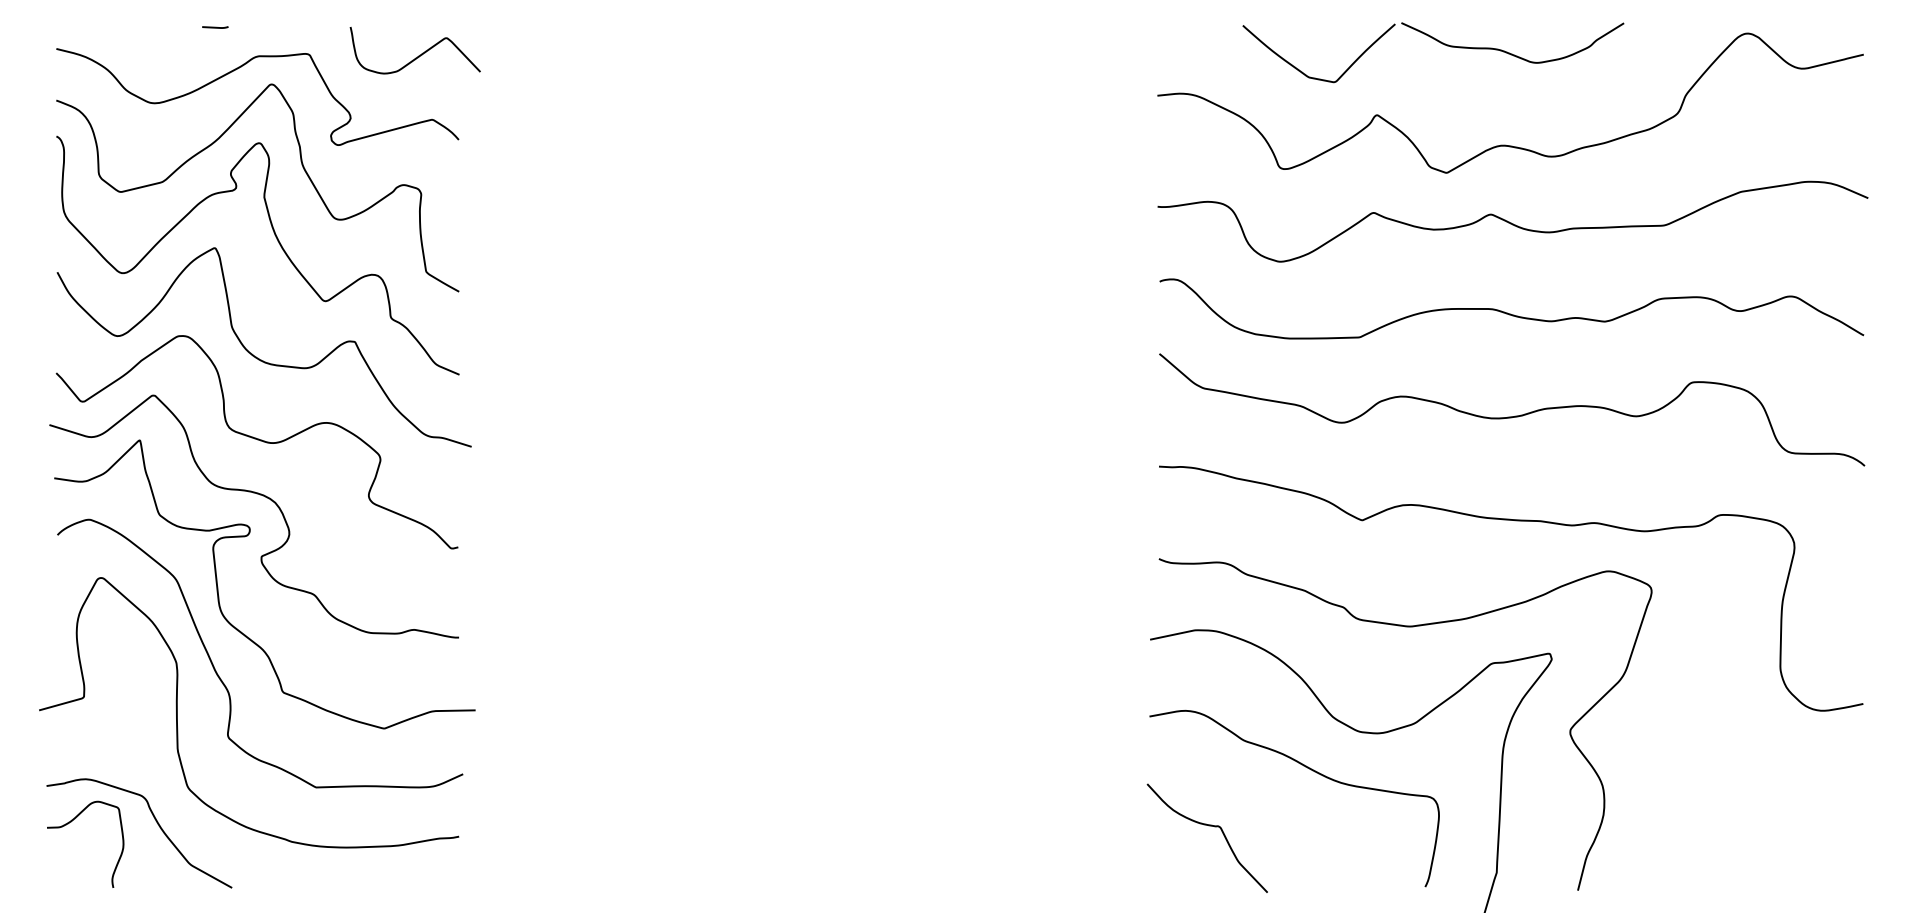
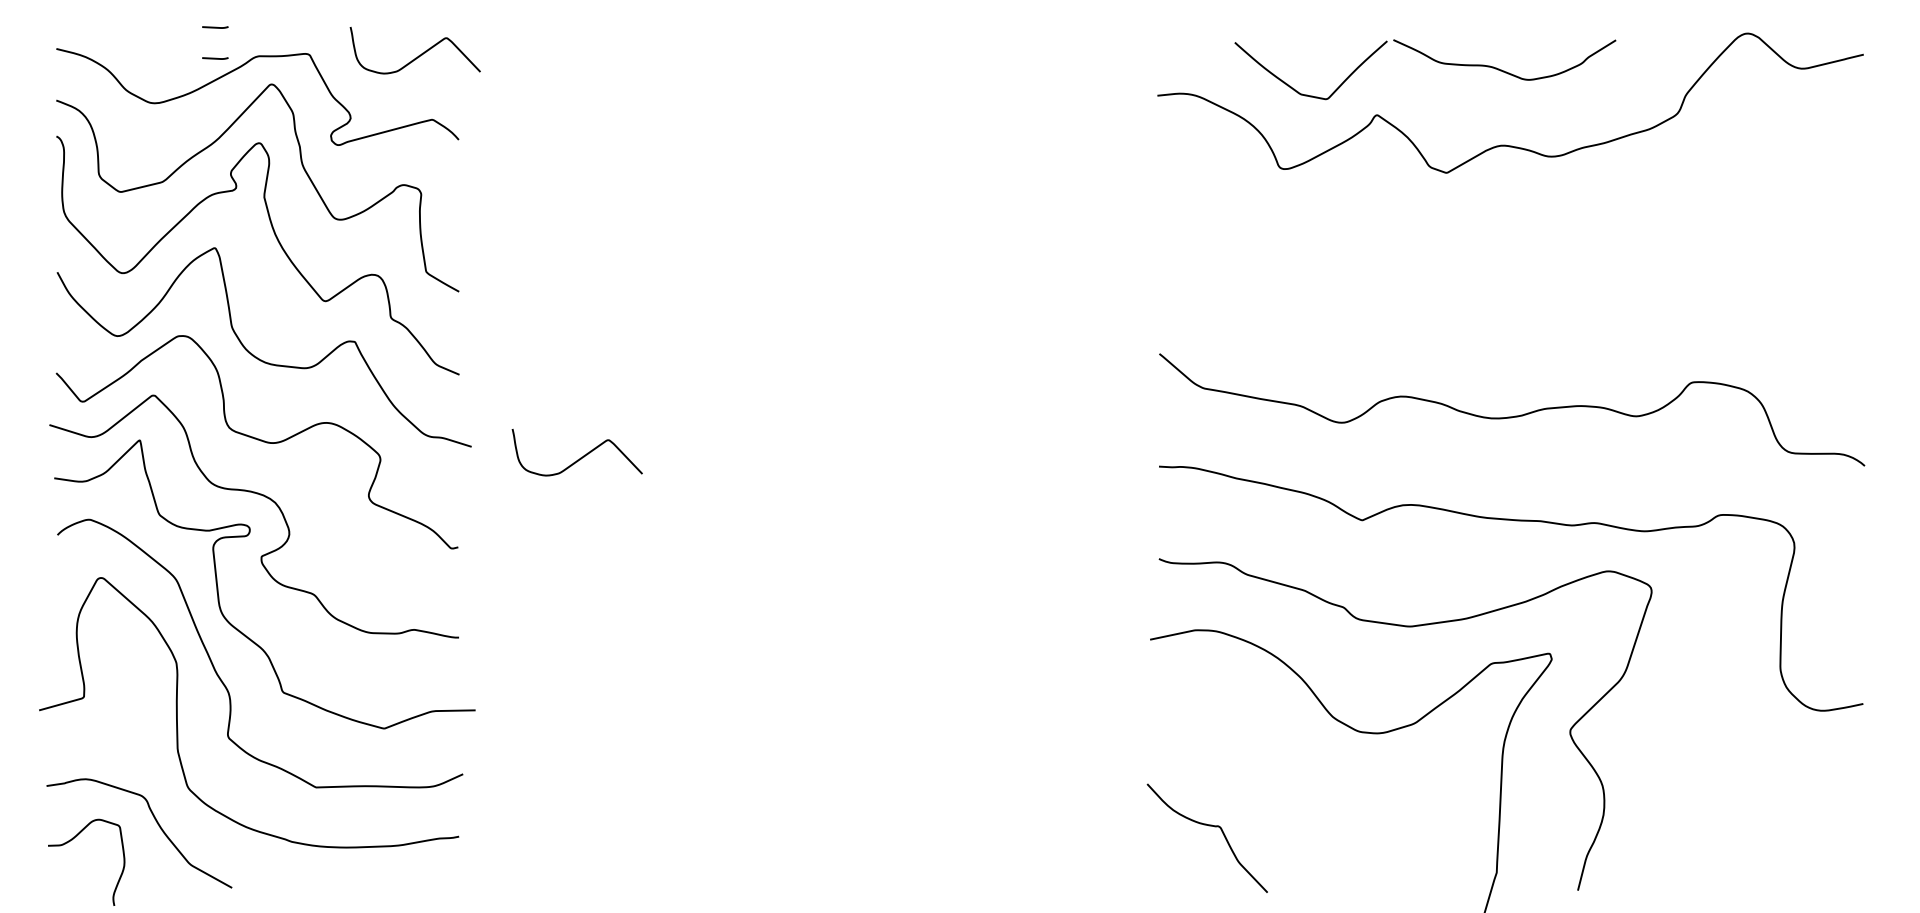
part at (1438, 42) position: (1438, 42) -> (1430, 59)
line at (215, 58): none -> present
curve at (1511, 222): present -> none
curve at (1510, 313): present -> none
curve at (580, 457): none -> present
curve at (1312, 771): present -> none
curve at (71, 822) position: (71, 822) -> (72, 840)
